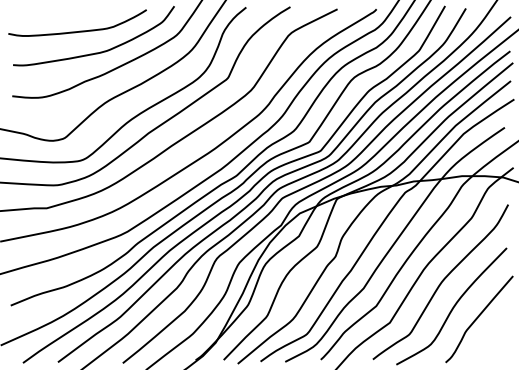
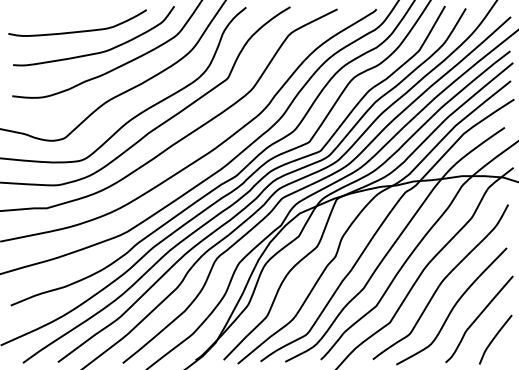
curve at (495, 338): none -> present
